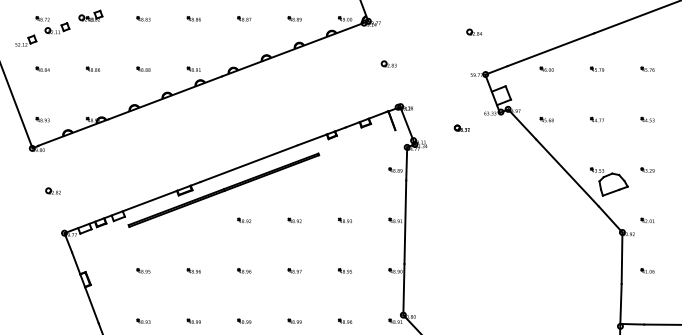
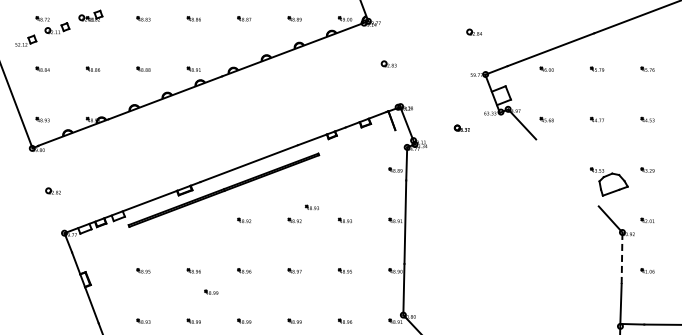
line at (567, 172): present -> none
part at (311, 206): none -> present
line at (622, 258): solid -> dashed
part at (211, 291): none -> present
